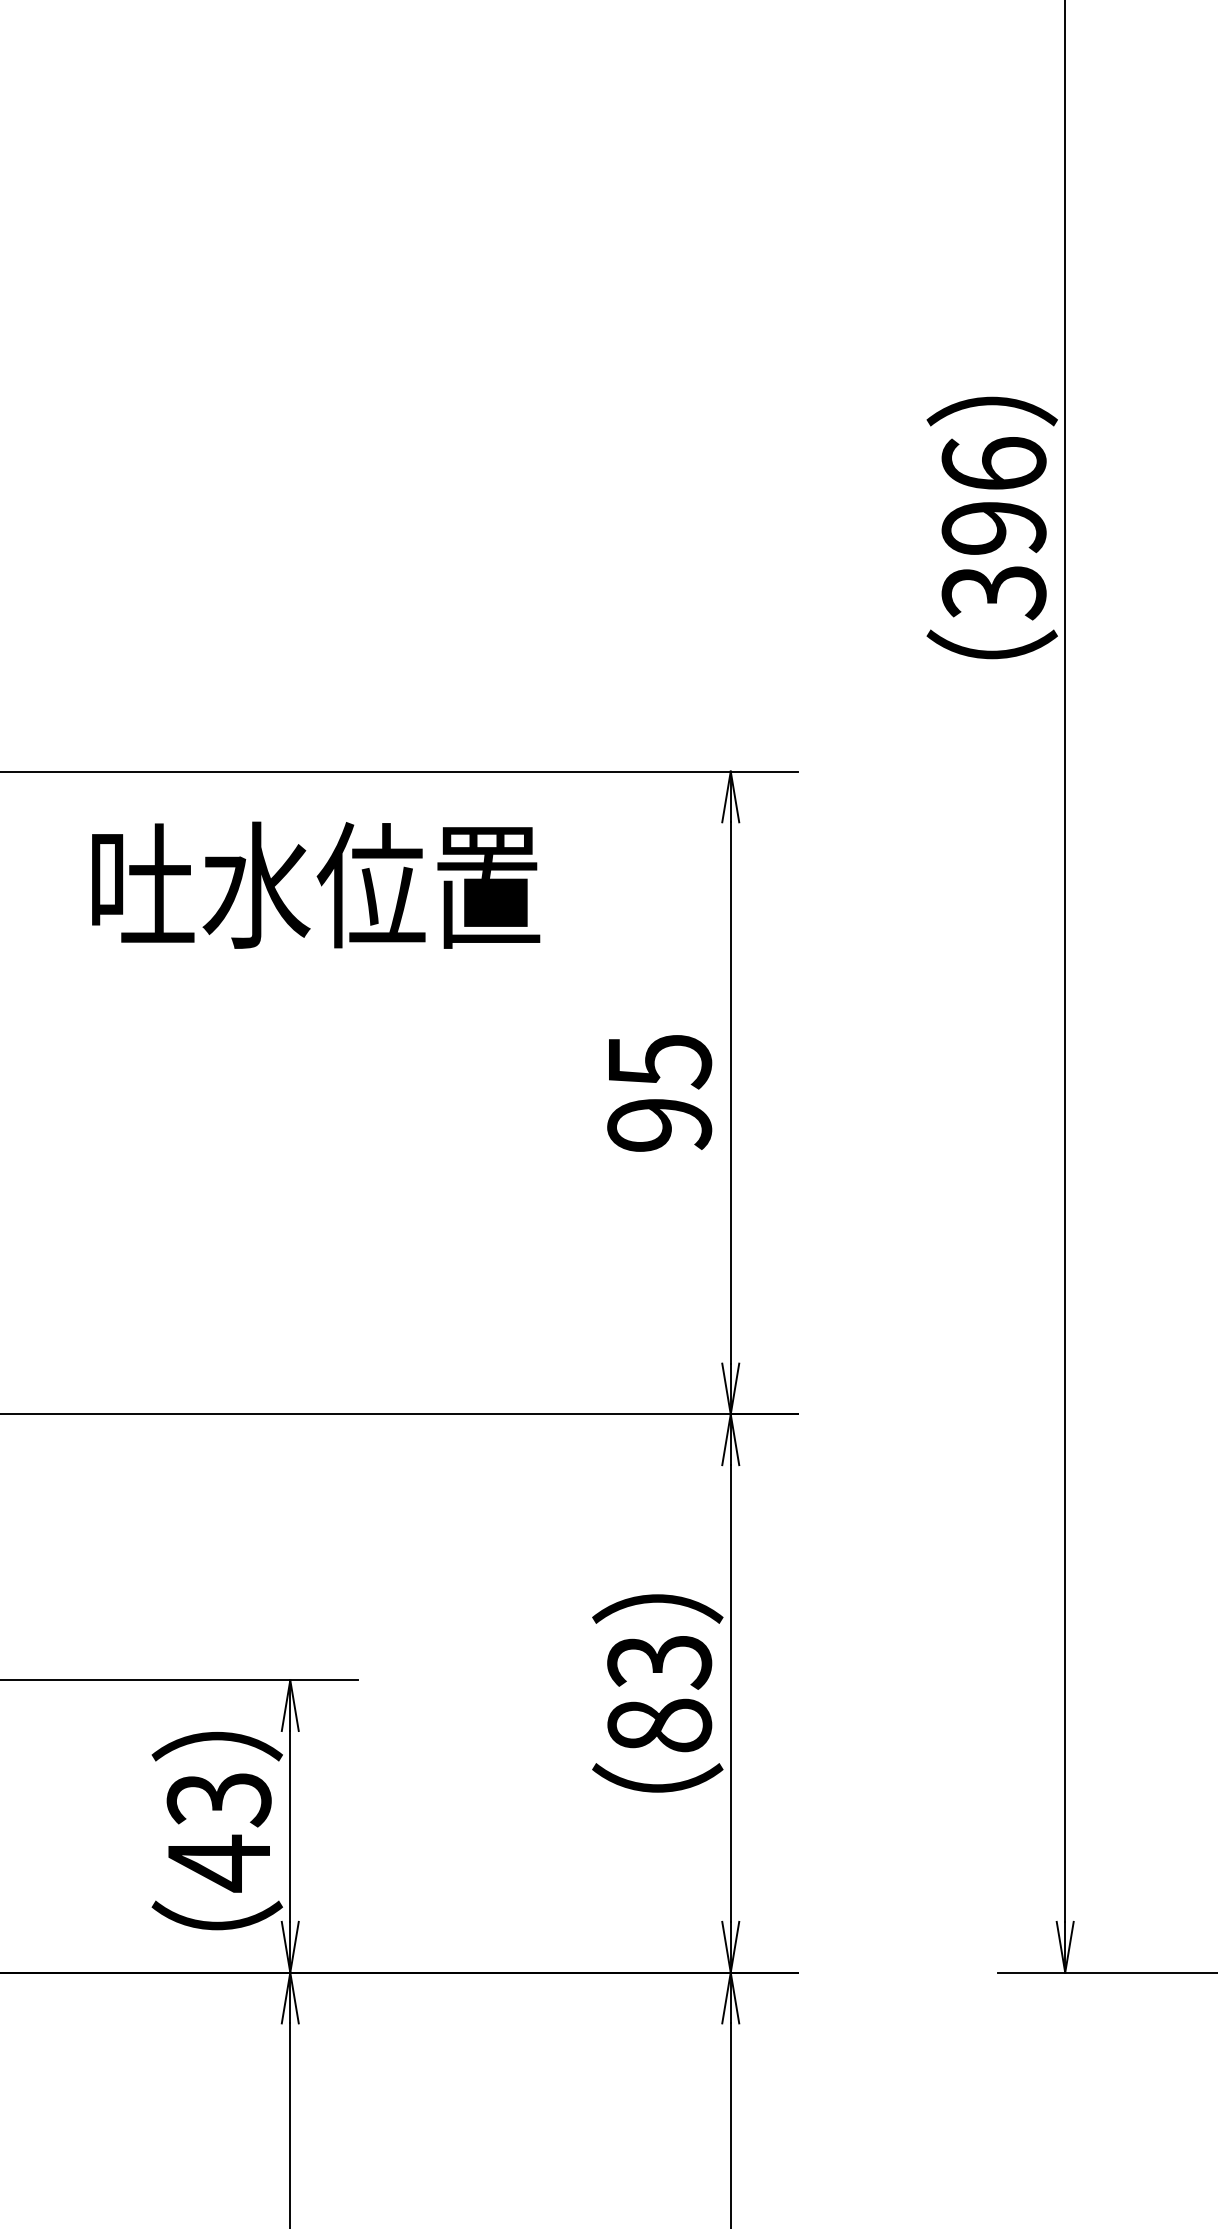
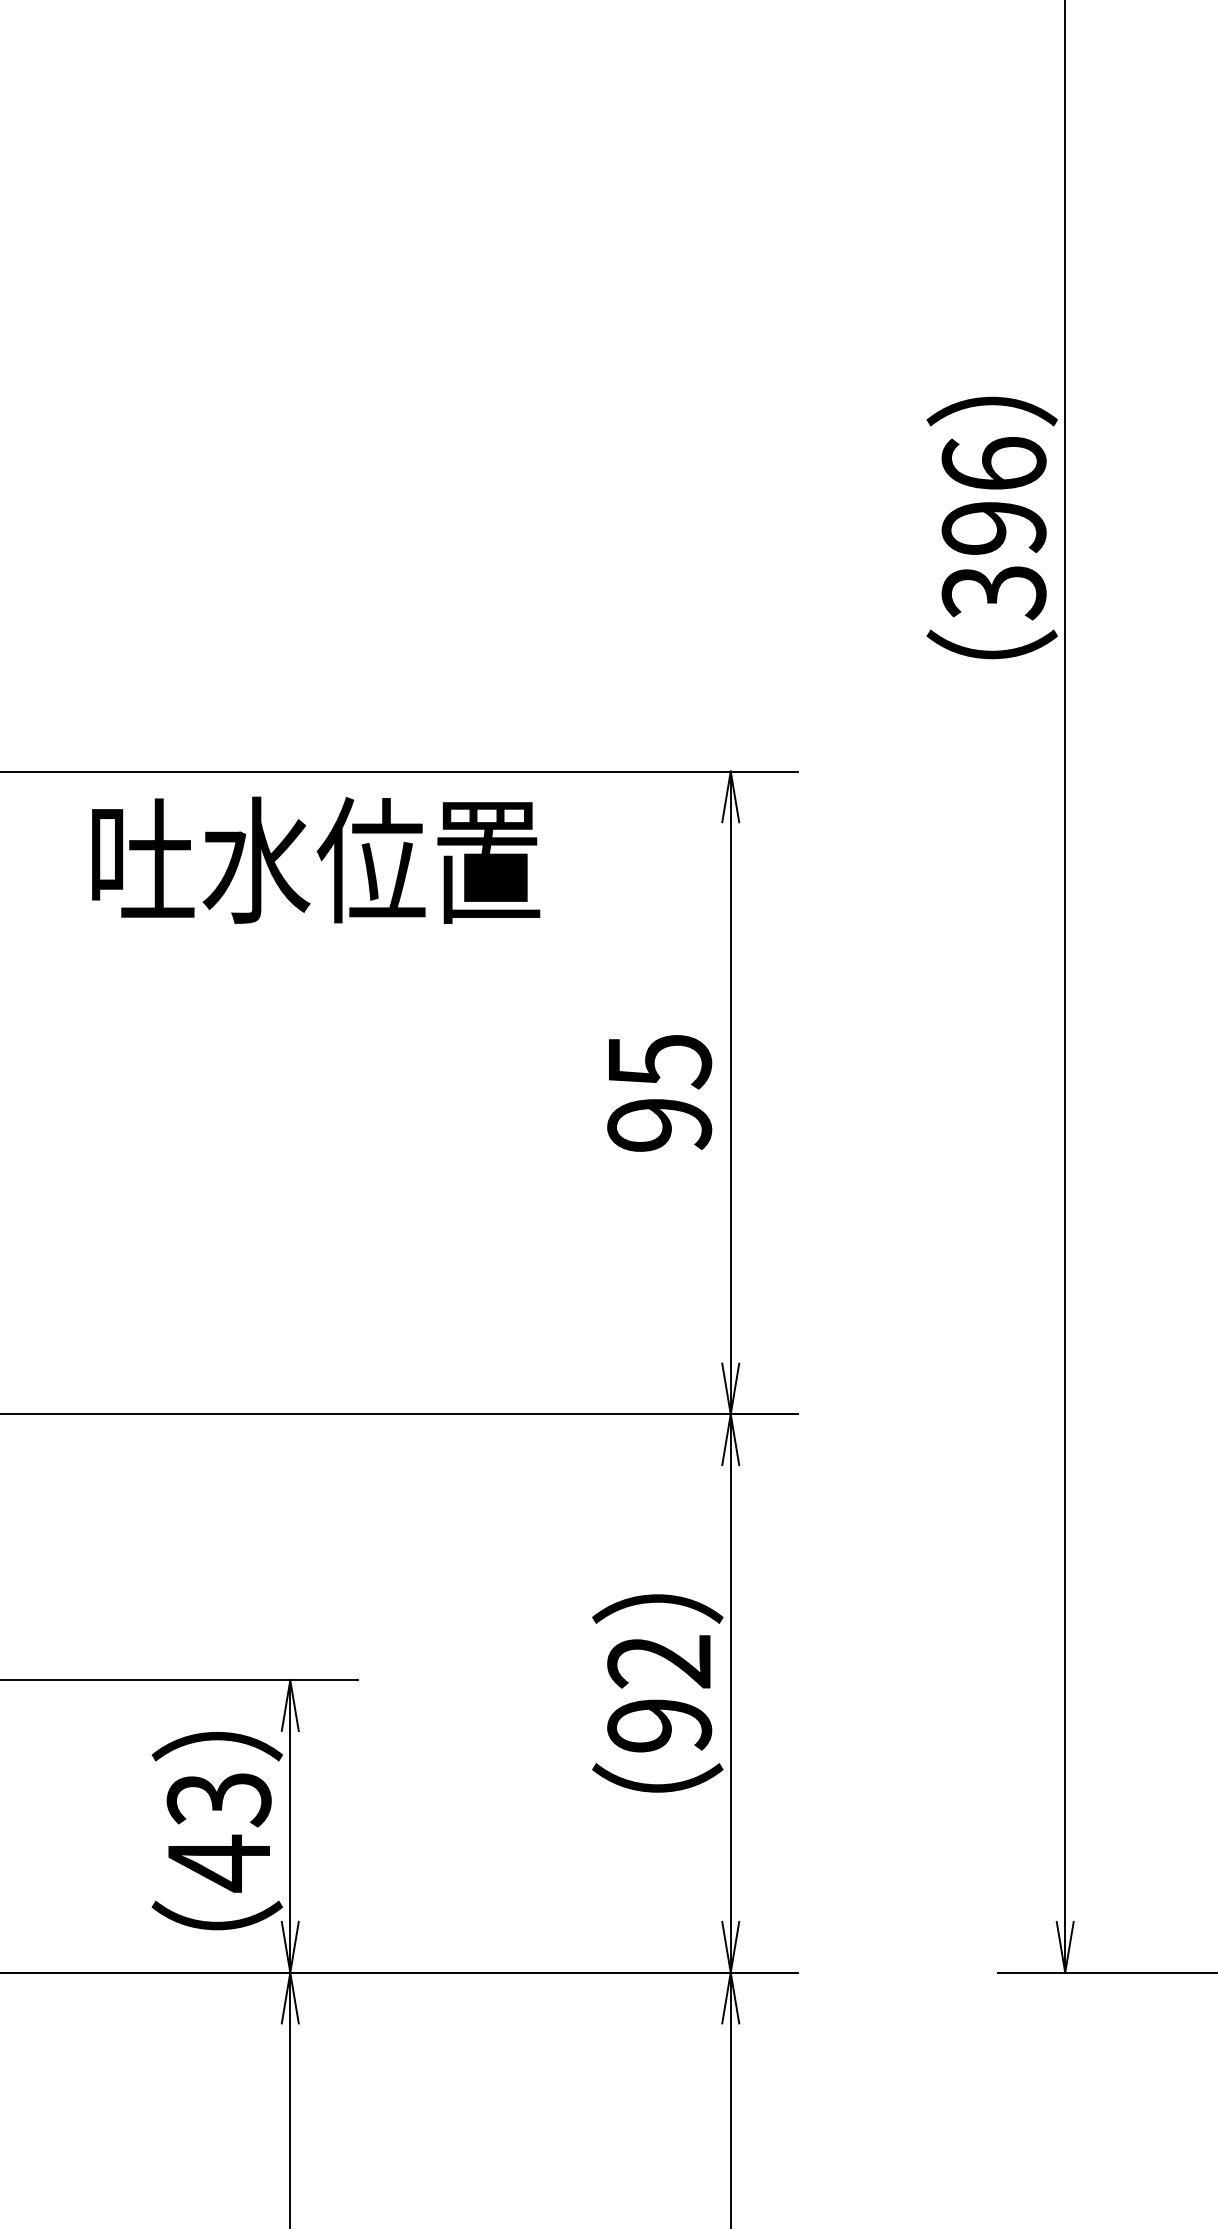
text at (316, 884) position: (316, 884) -> (316, 859)
text at (659, 1693): 83 -> 92
